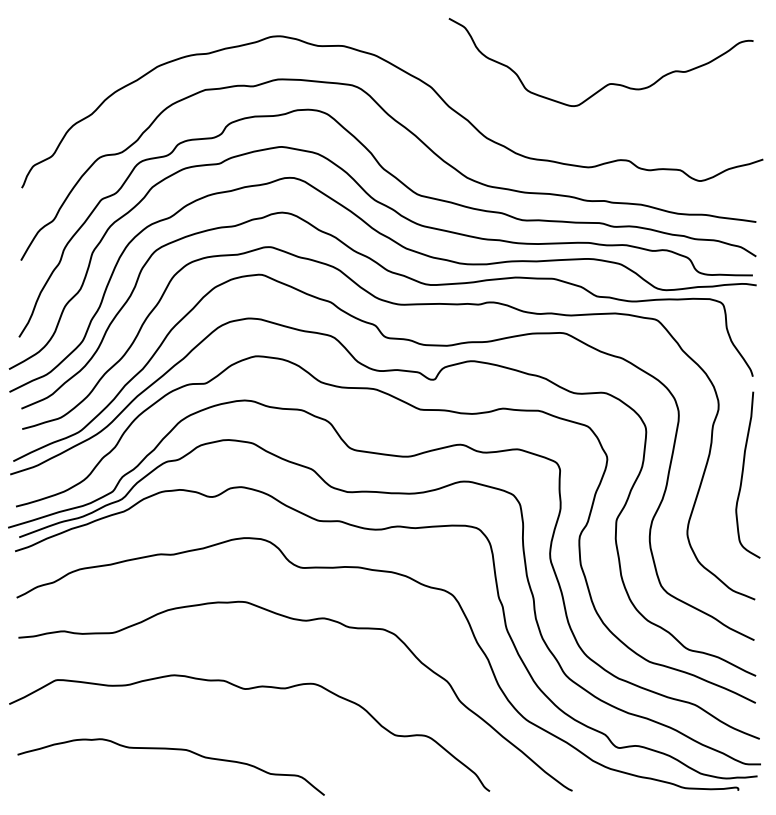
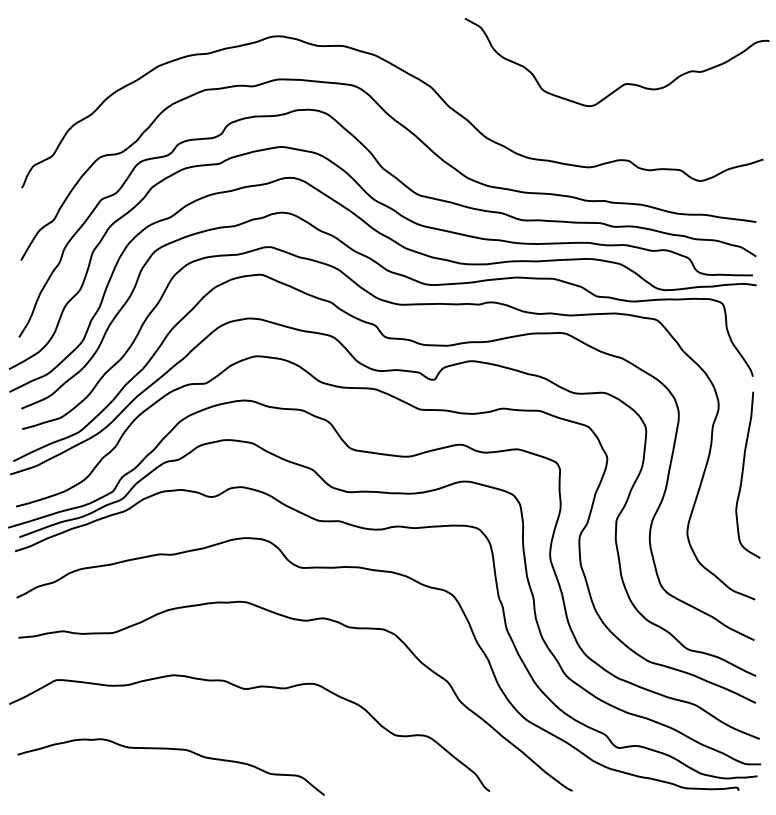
curve at (608, 83) position: (608, 83) -> (624, 83)
